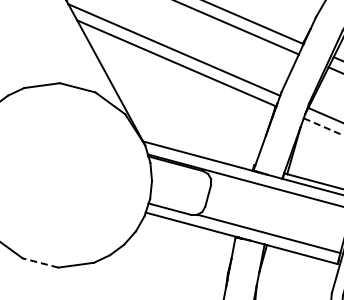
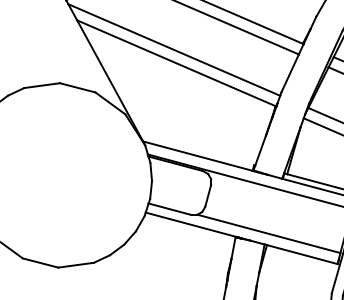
line at (323, 126): dashed -> solid
line at (40, 262): dashed -> solid
